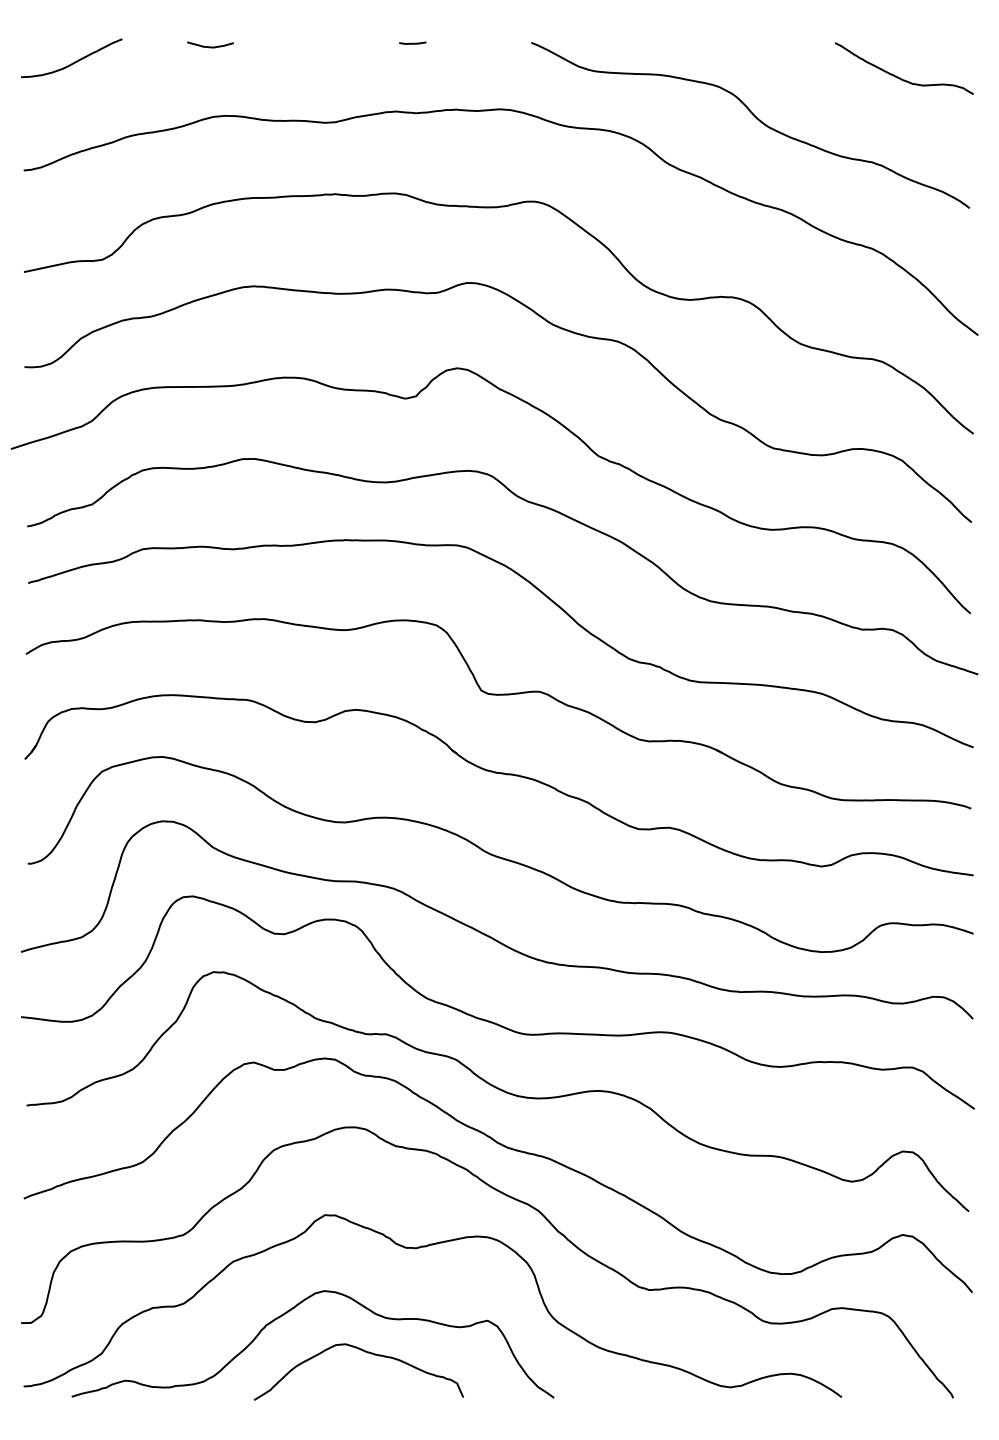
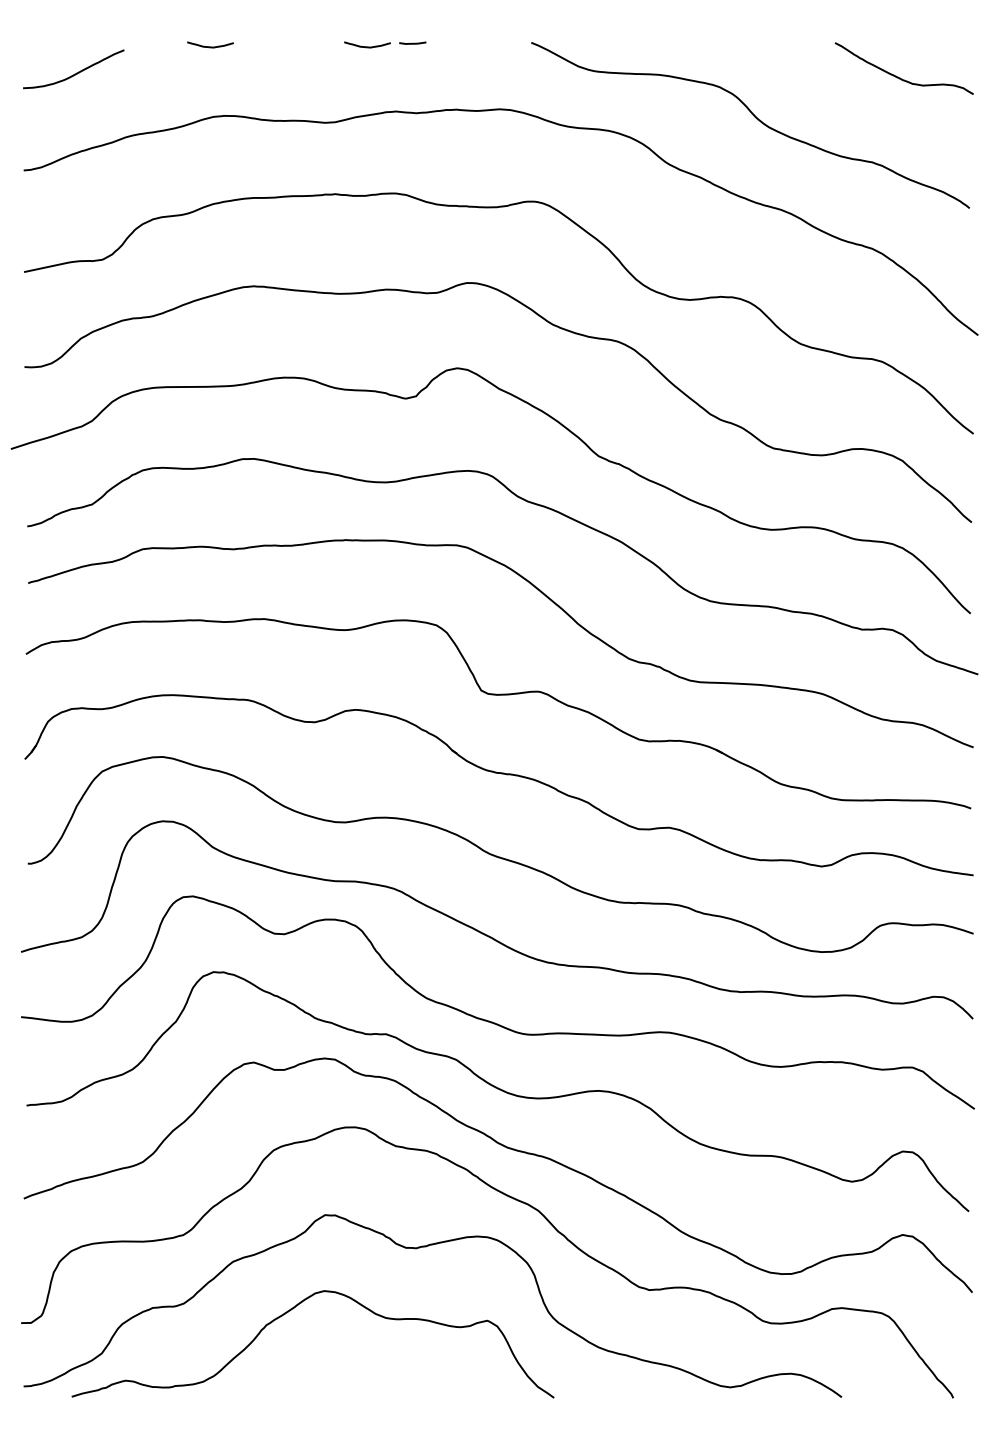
curve at (367, 46): none -> present
curve at (72, 62) position: (72, 62) -> (74, 73)
curve at (367, 1353): present -> none
